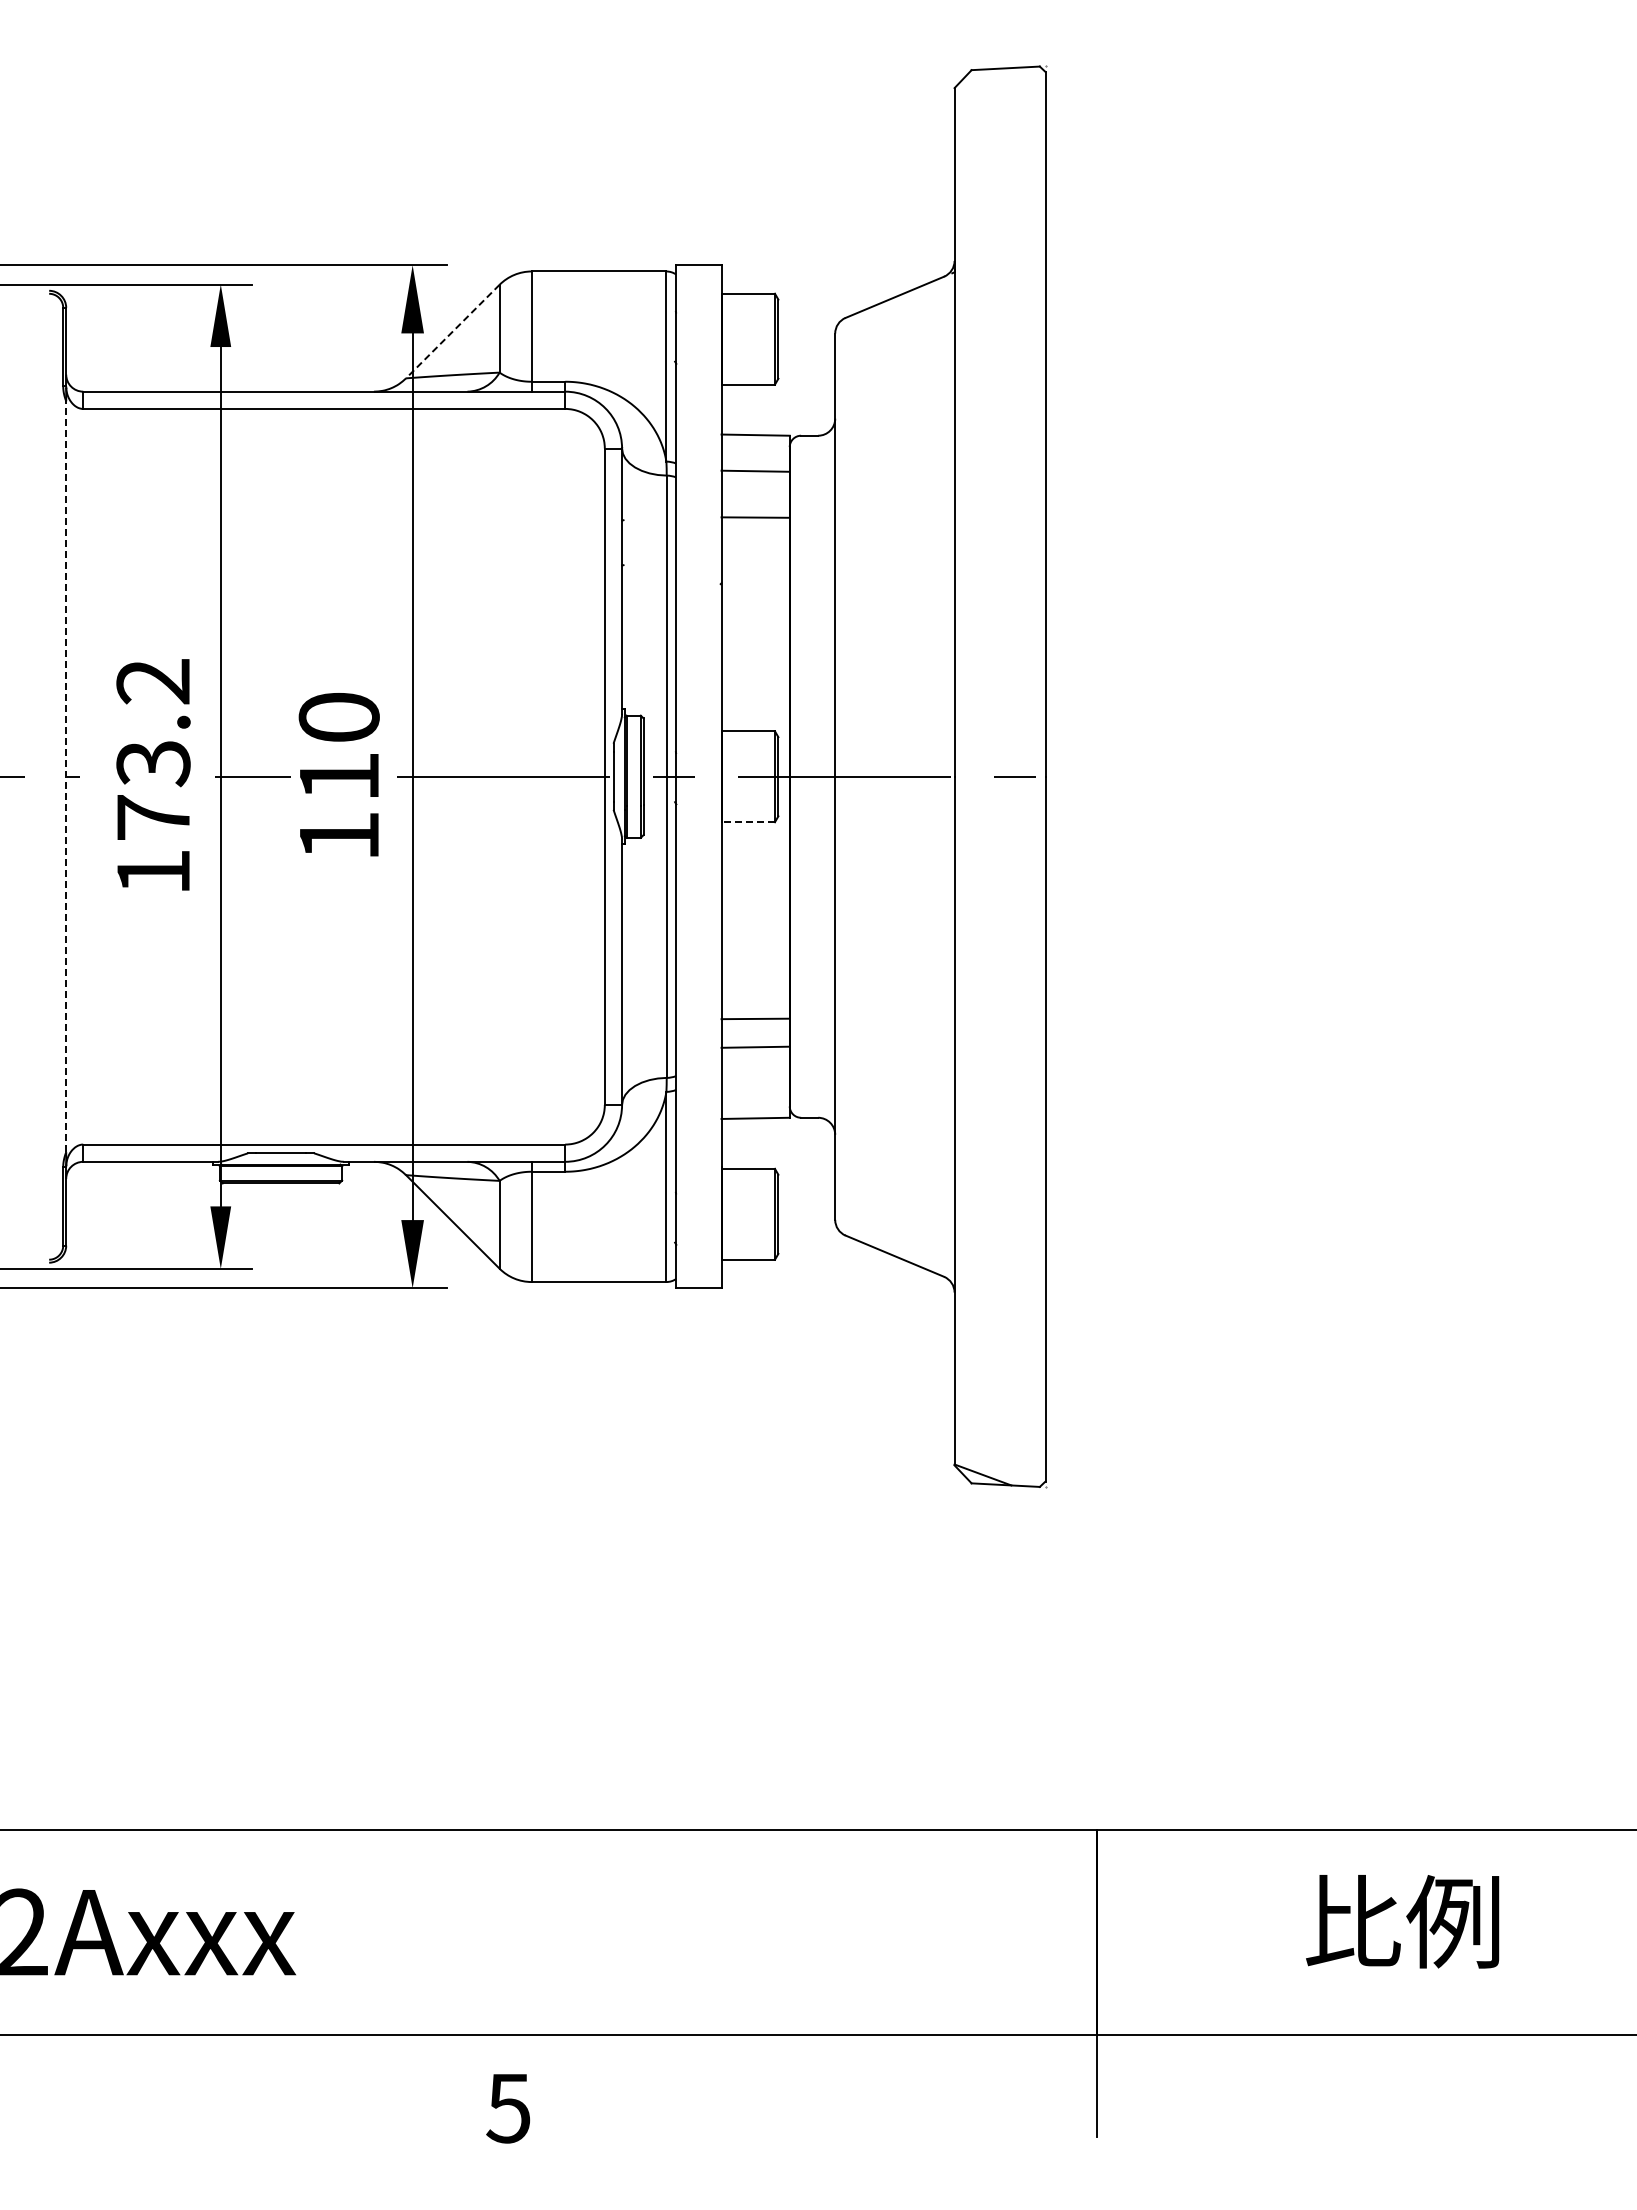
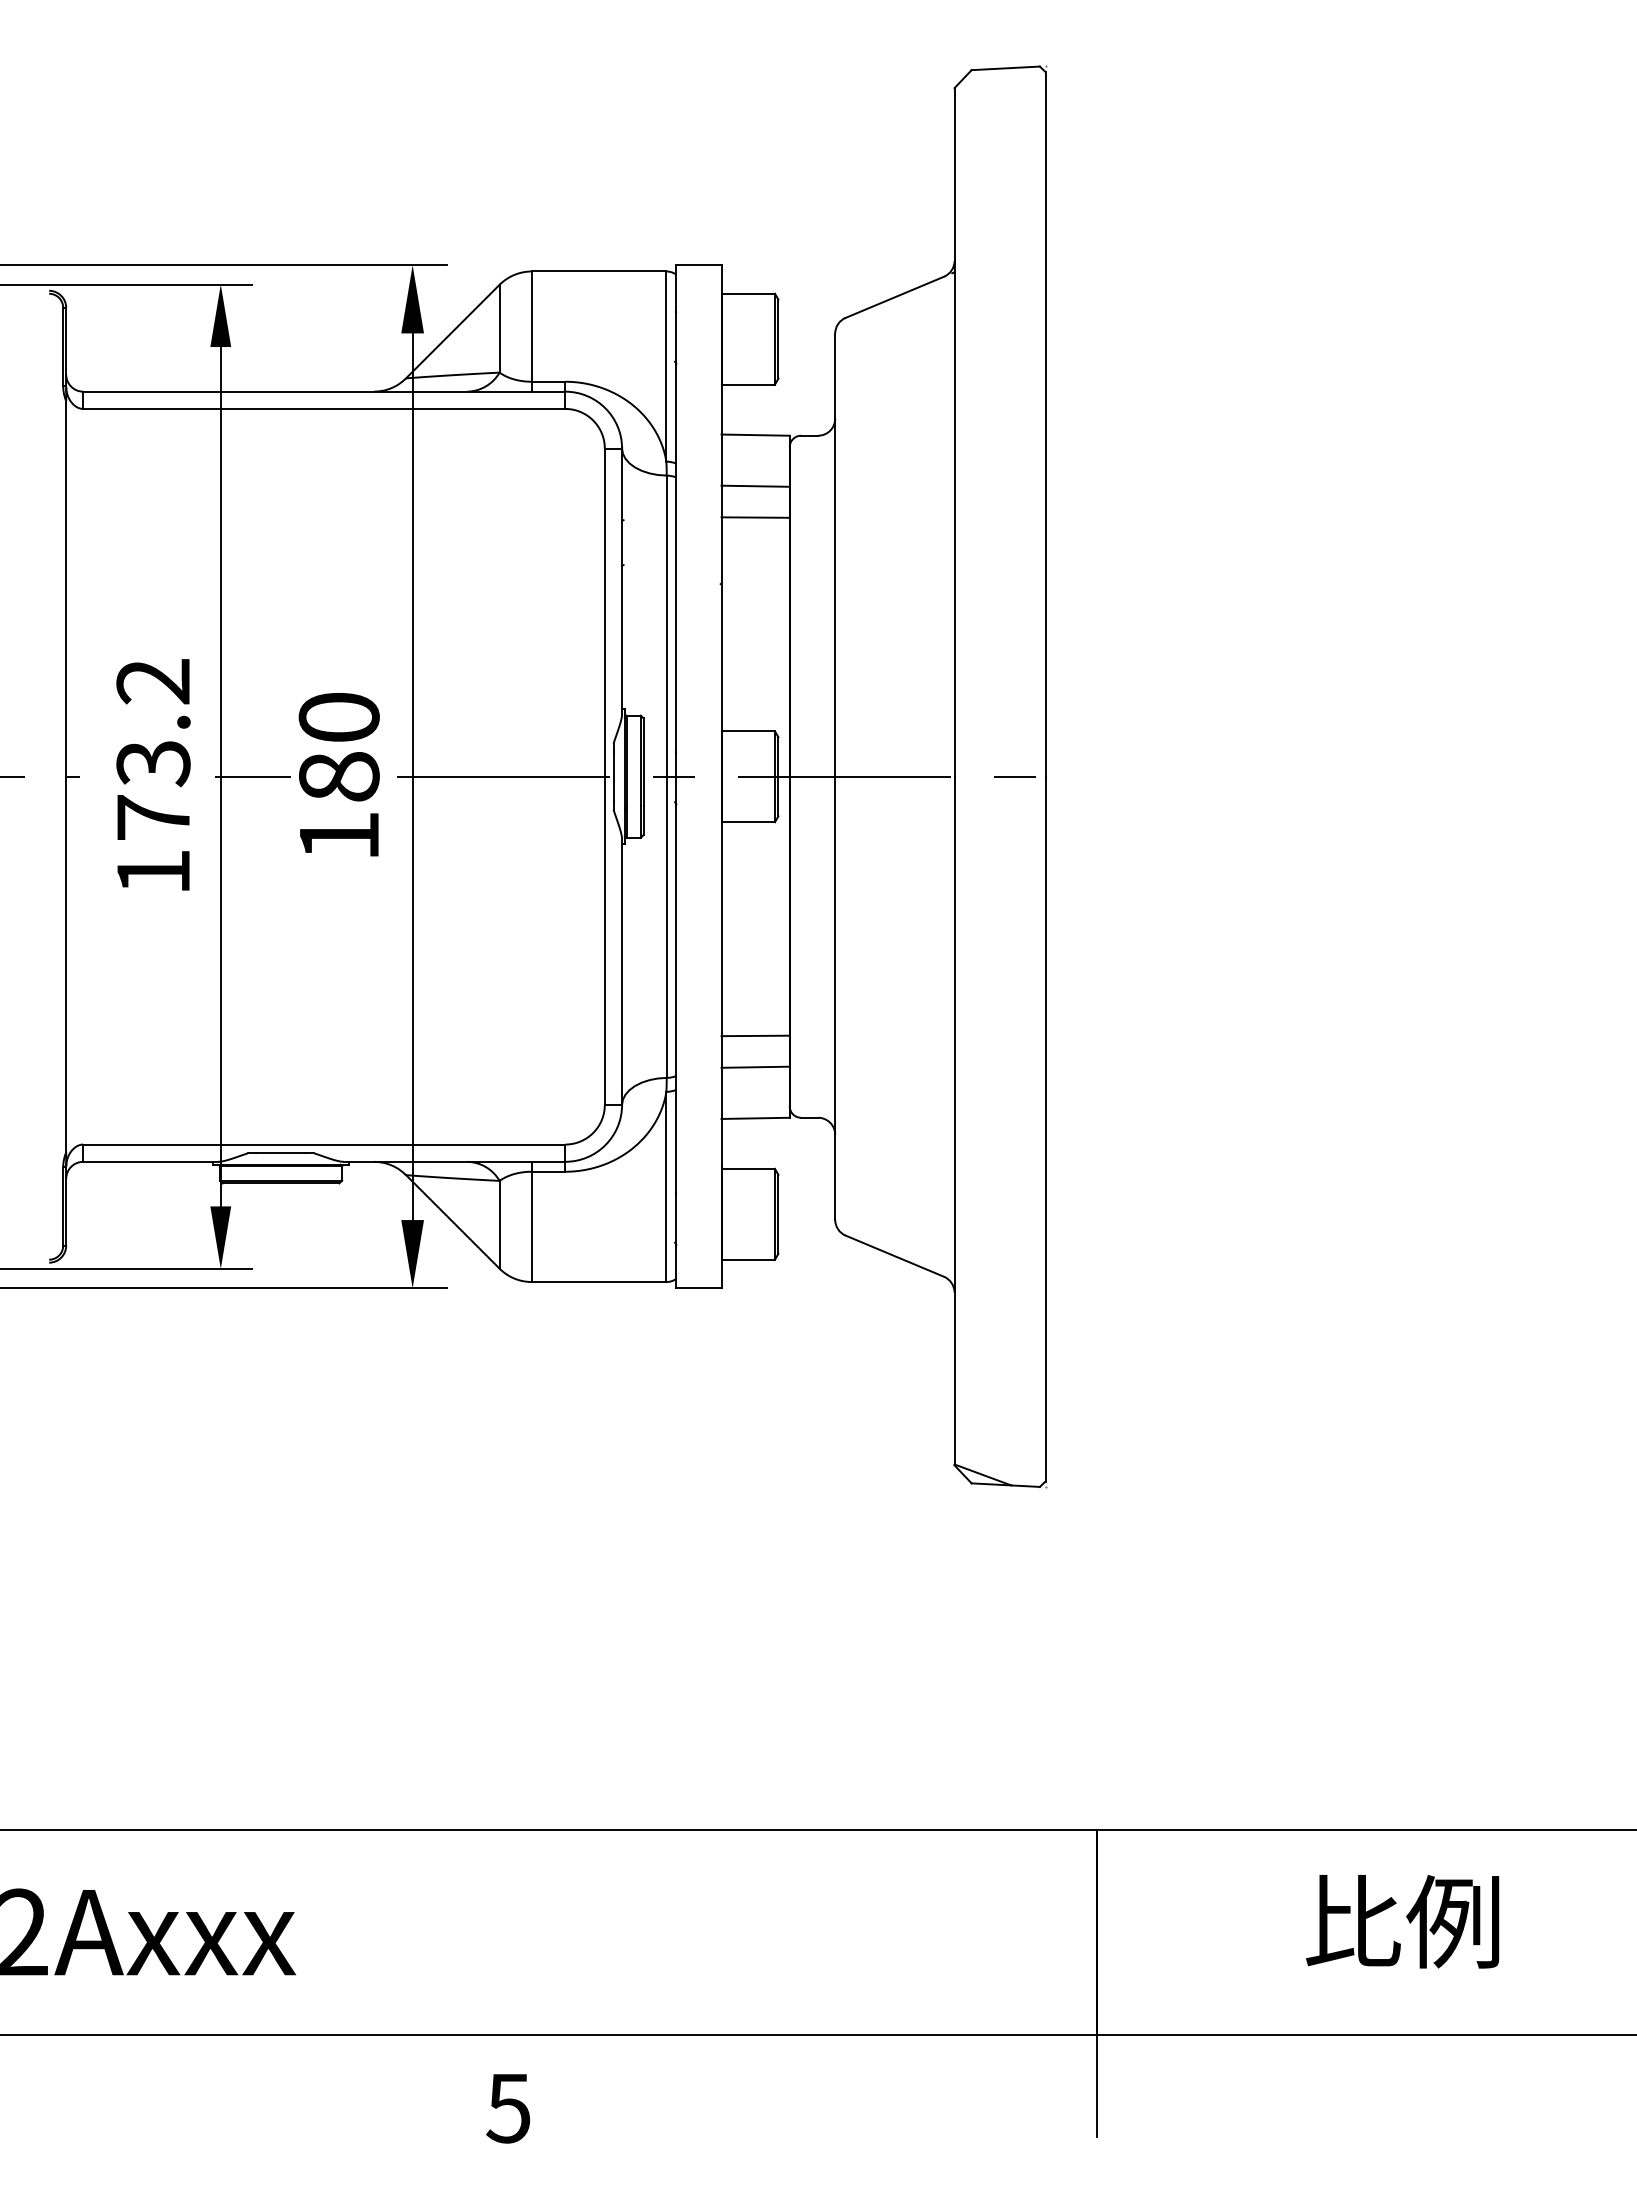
line at (452, 331): dashed -> solid
line at (755, 470) position: (755, 470) -> (755, 485)
line at (66, 776): dashed -> solid
text at (339, 776): 110 -> 180
line at (748, 822): dashed -> solid
line at (755, 1018) position: (755, 1018) -> (755, 1035)
line at (755, 1046) position: (755, 1046) -> (755, 1066)
